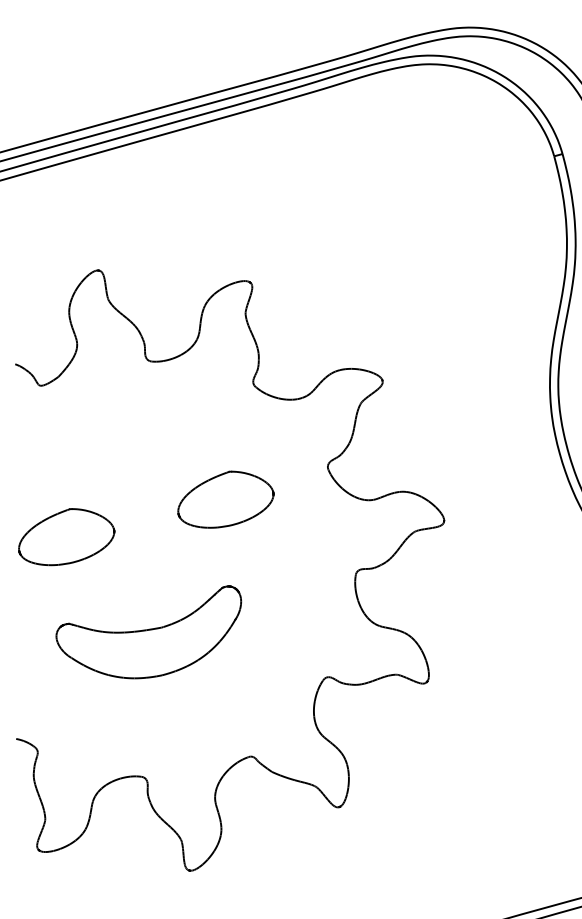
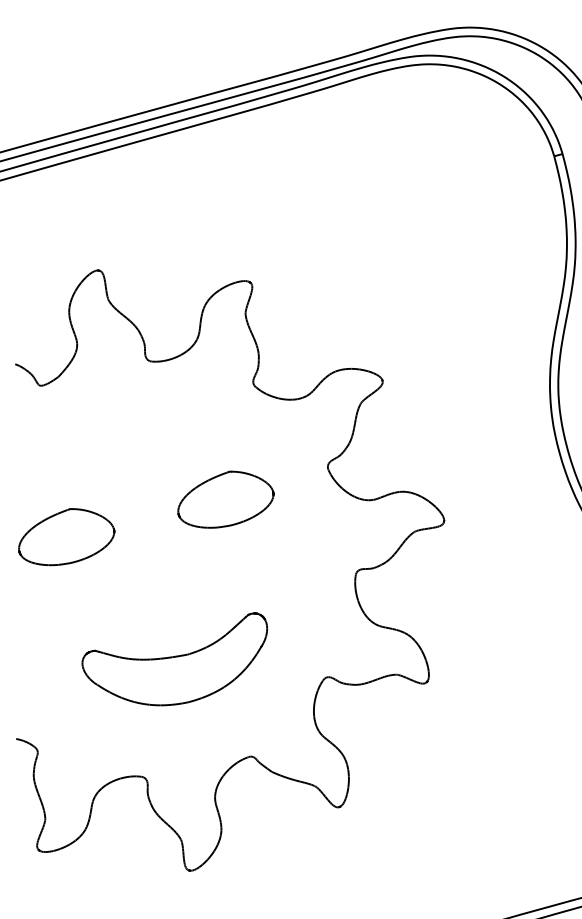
part at (148, 632) position: (148, 632) -> (174, 659)
